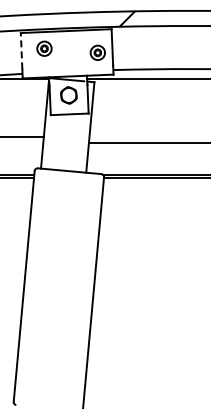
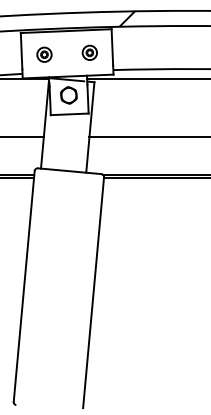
part at (44, 48) position: (44, 48) -> (44, 54)
line at (21, 50): dashed -> solid
part at (97, 52) position: (97, 52) -> (89, 52)
line at (148, 143) position: (148, 143) -> (148, 137)
